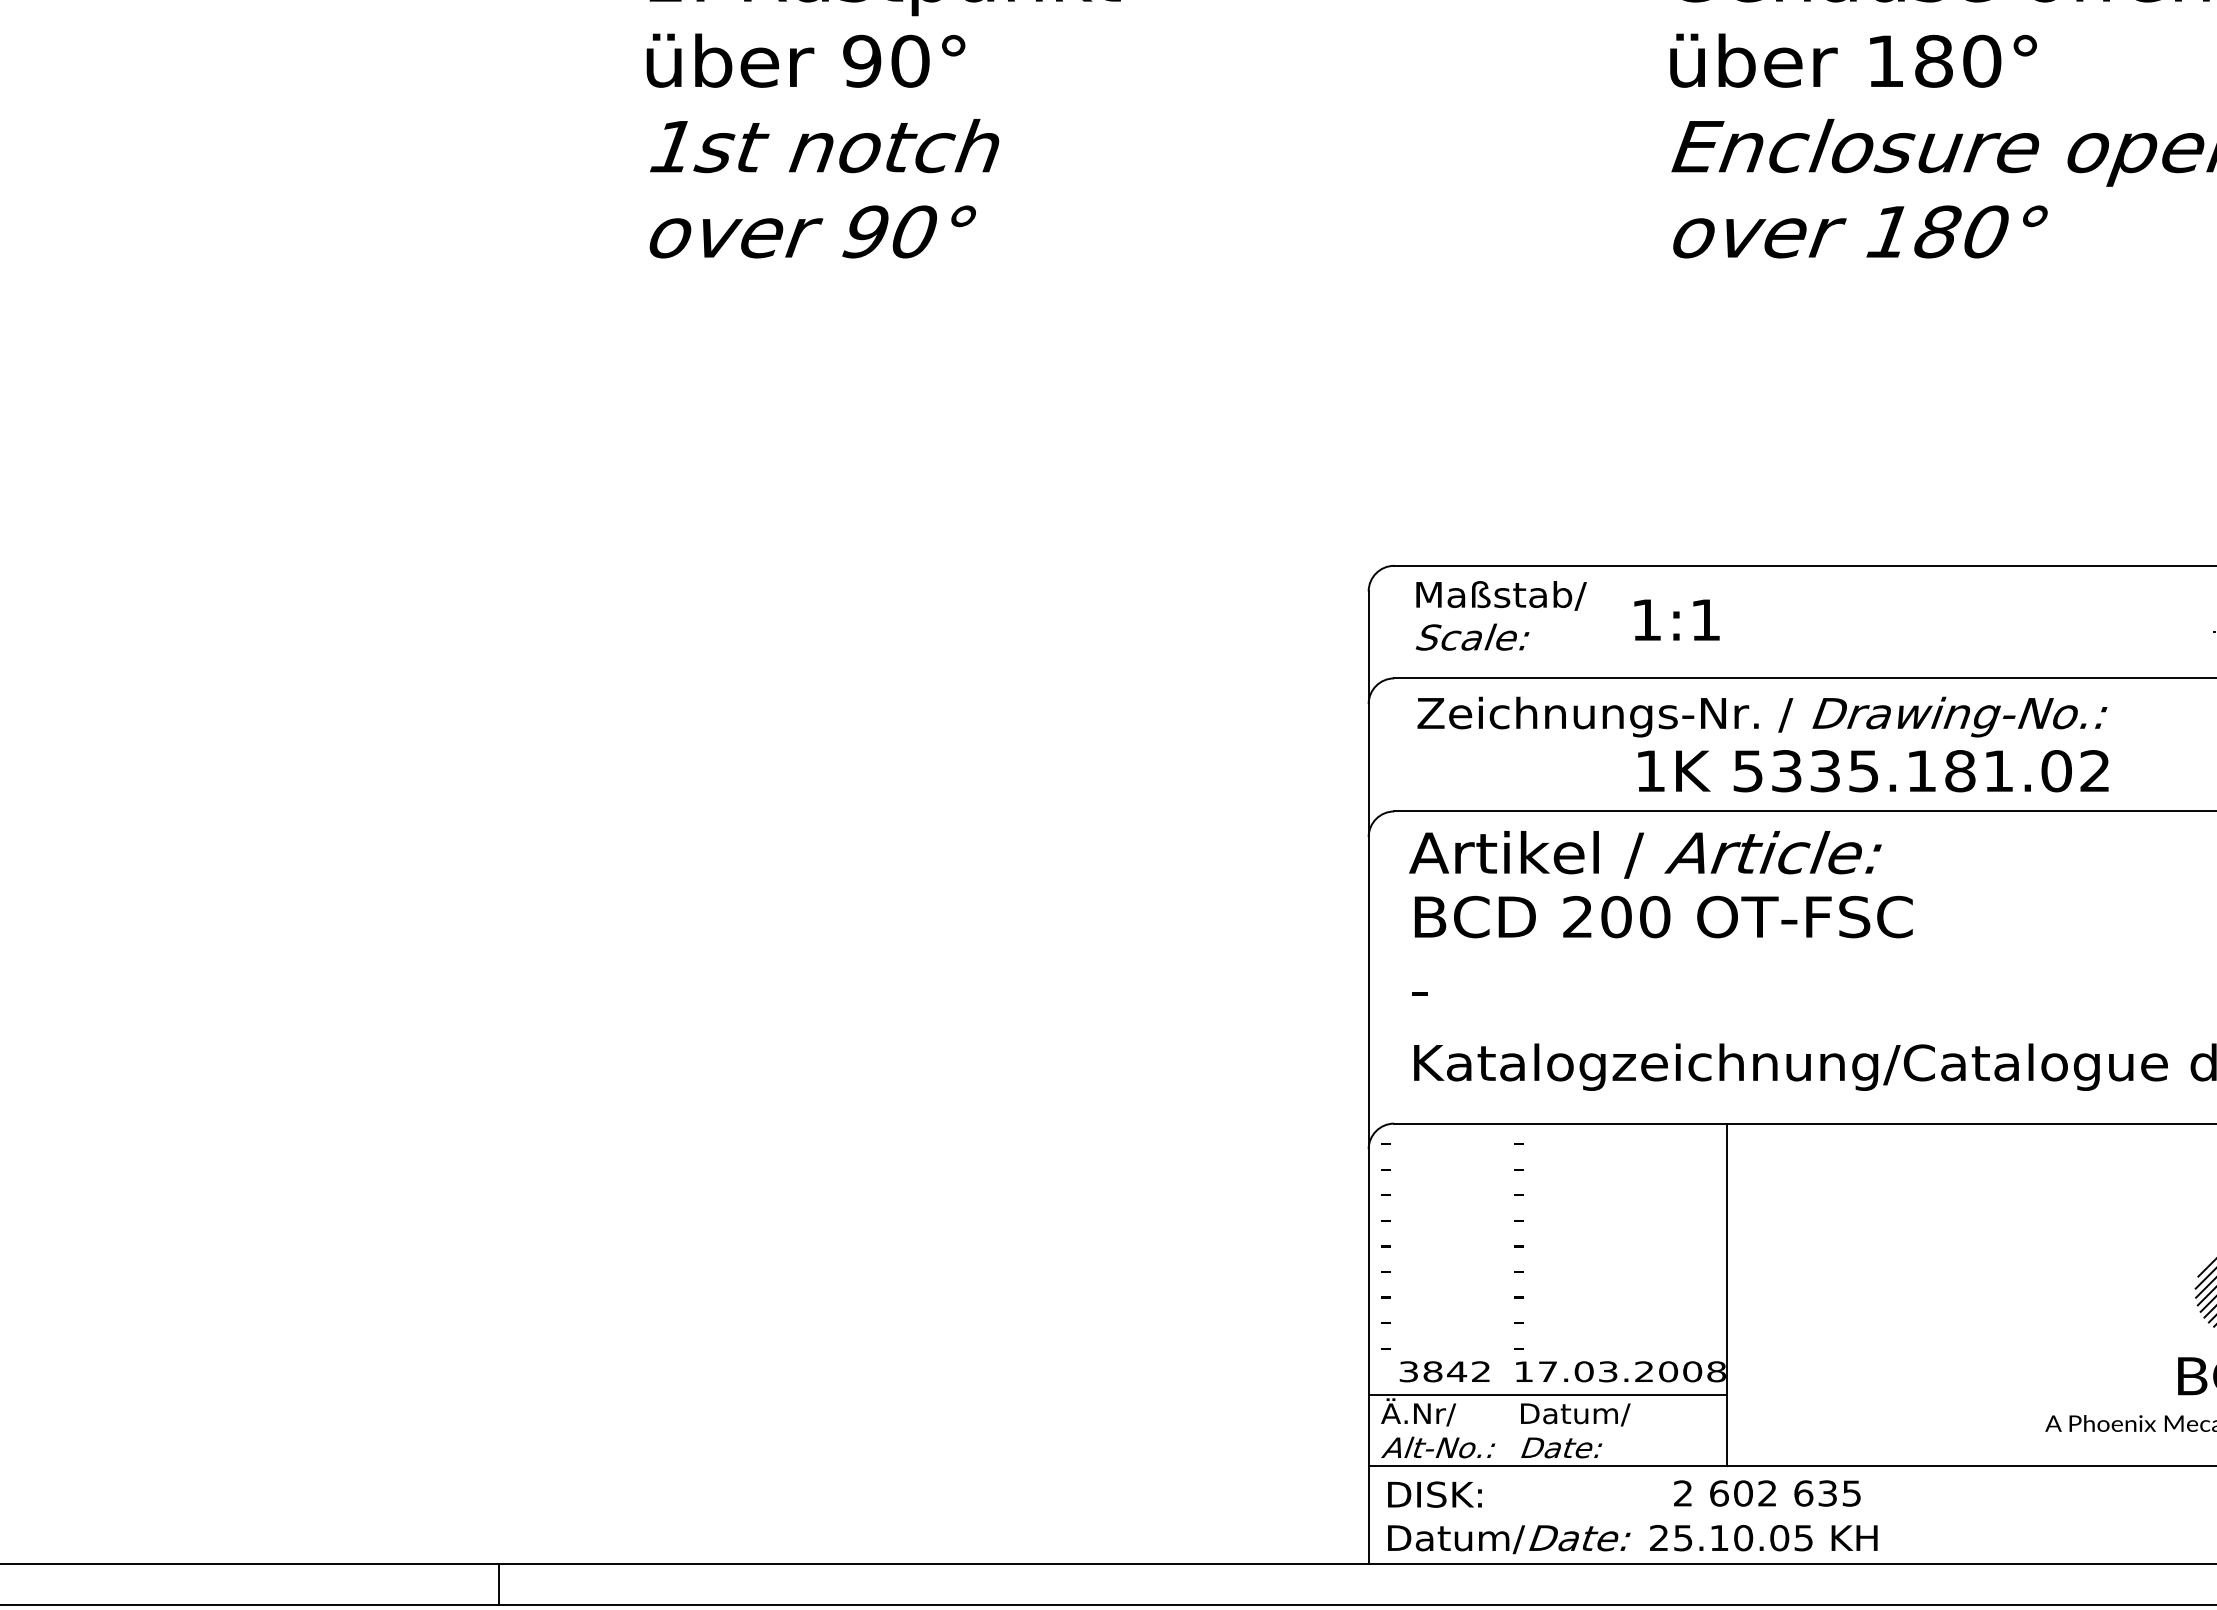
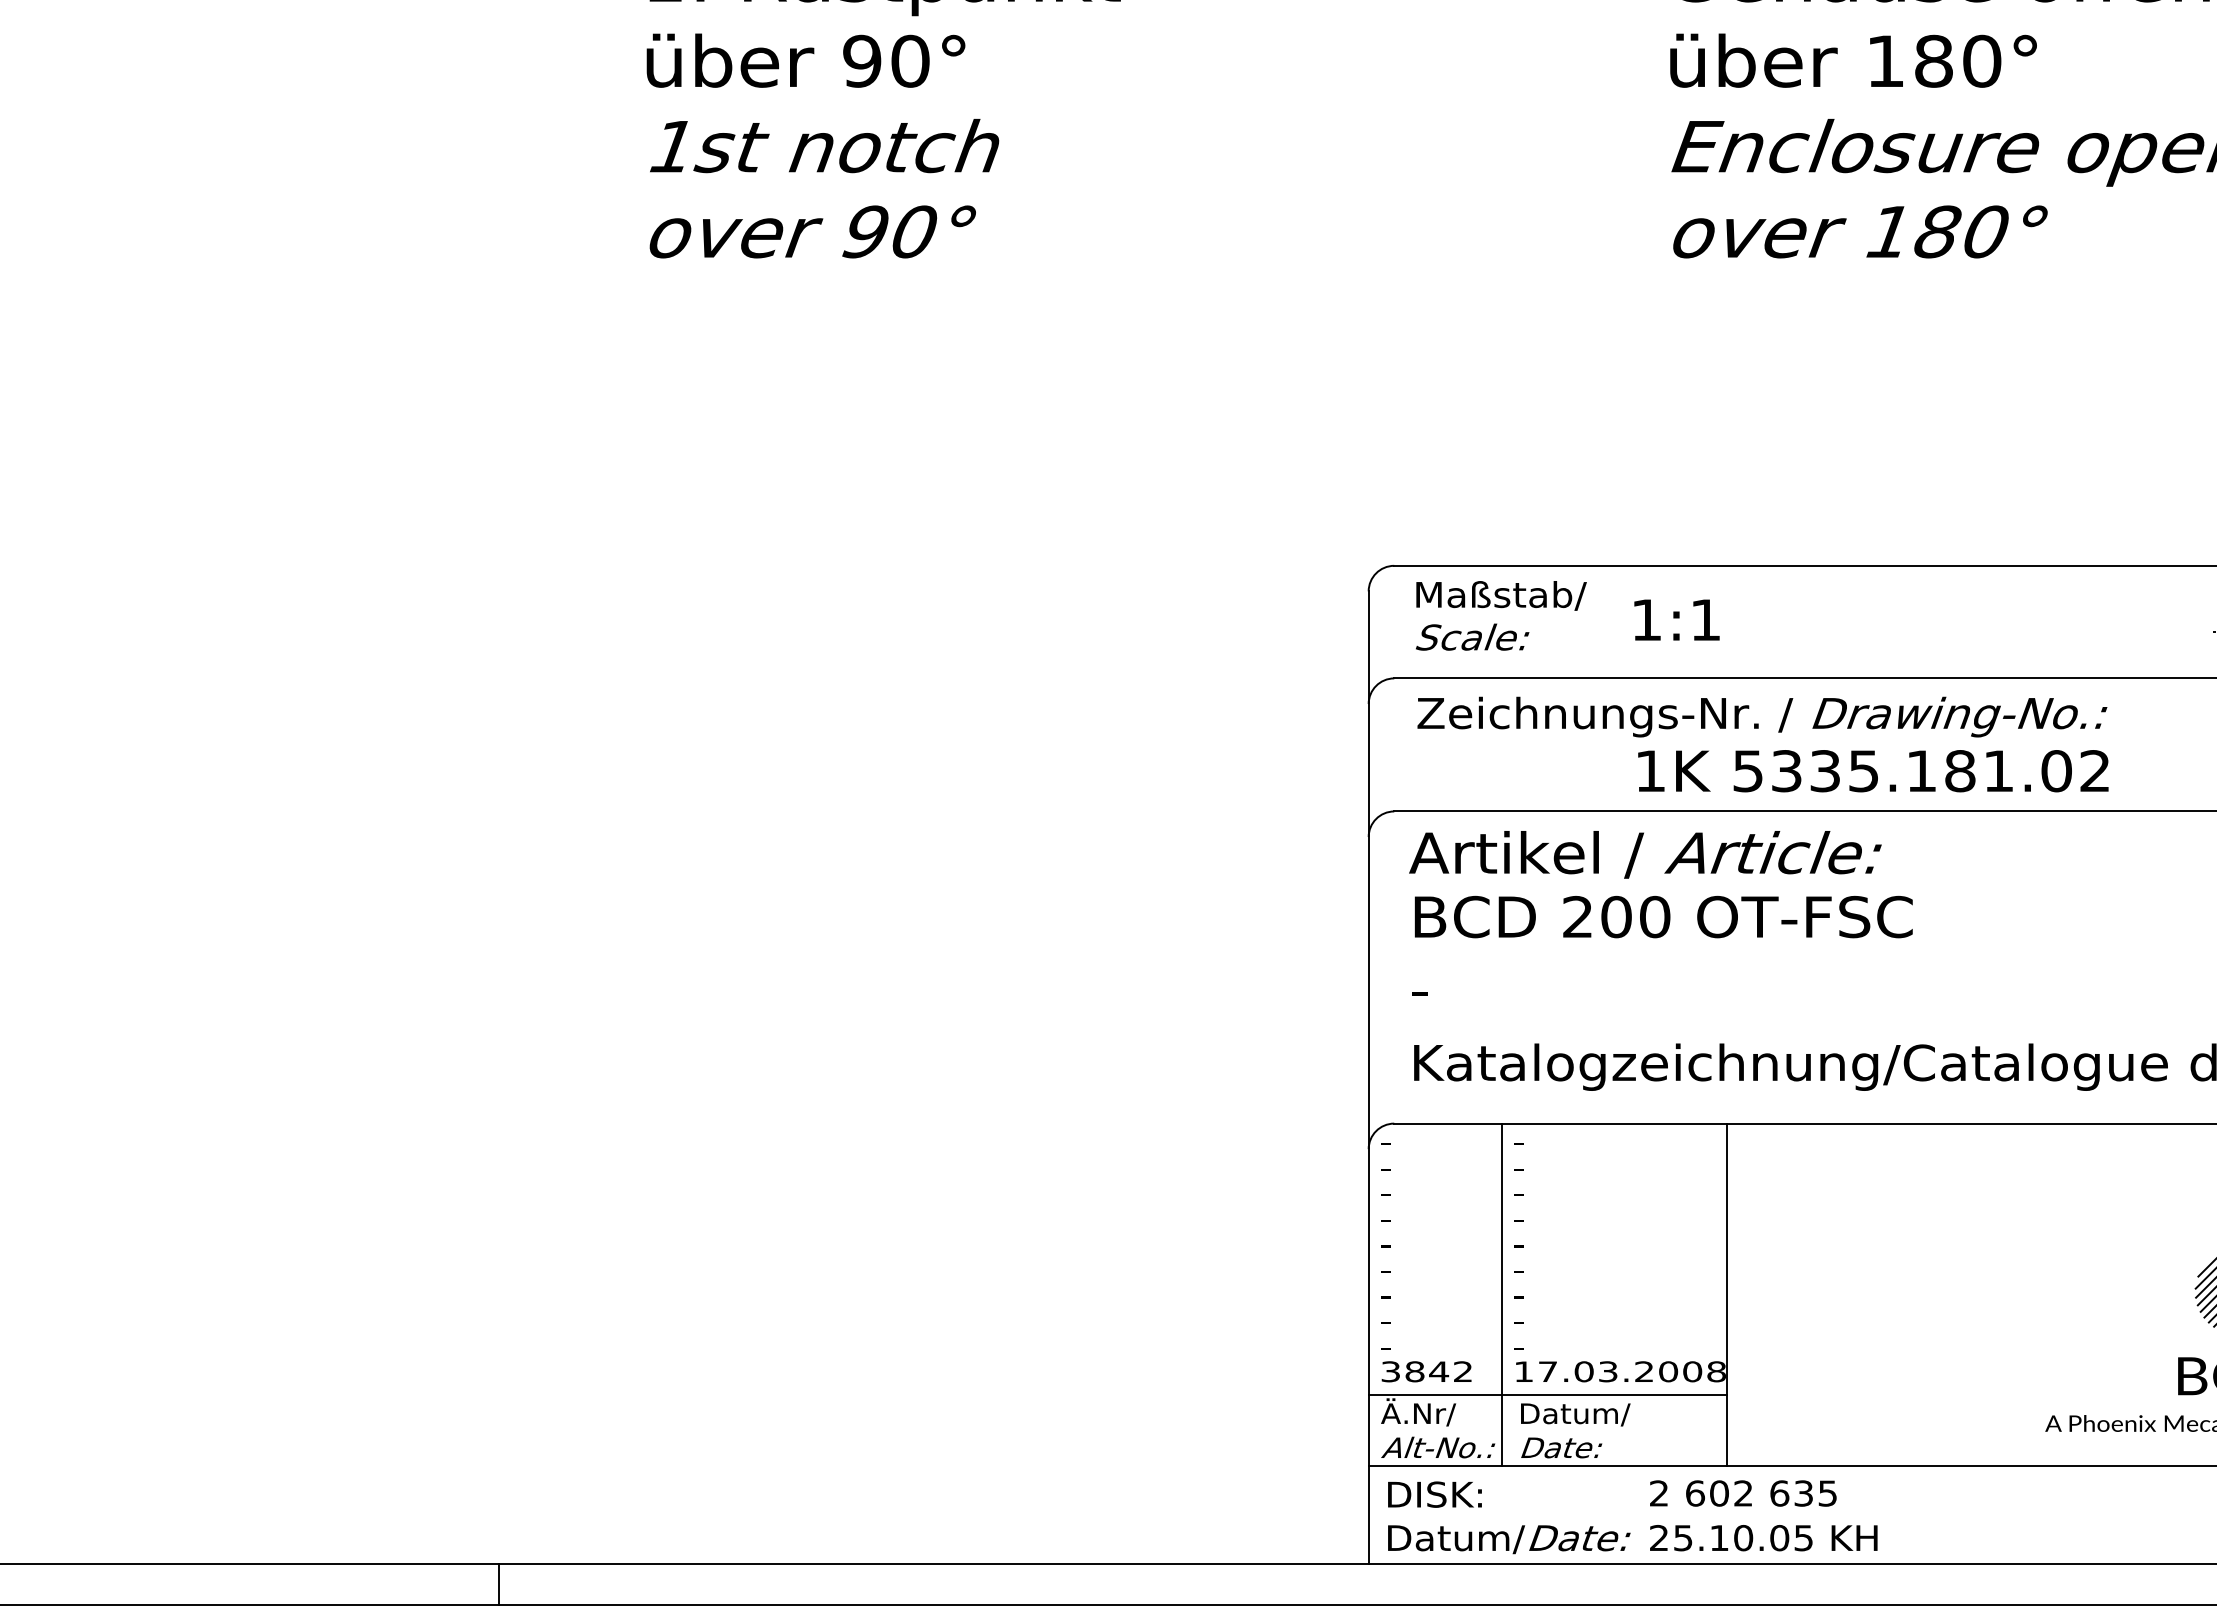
line at (1501, 1294): none -> present
text at (1444, 1371) position: (1444, 1371) -> (1426, 1371)
text at (1767, 1493) position: (1767, 1493) -> (1743, 1493)
